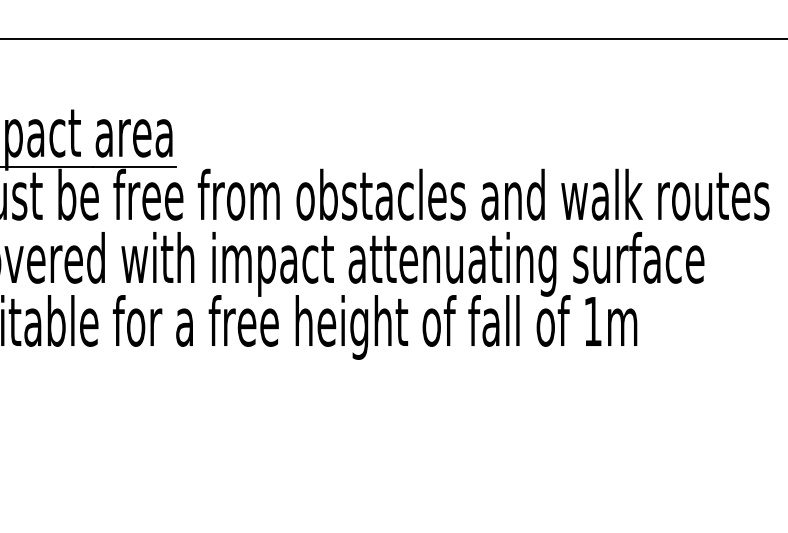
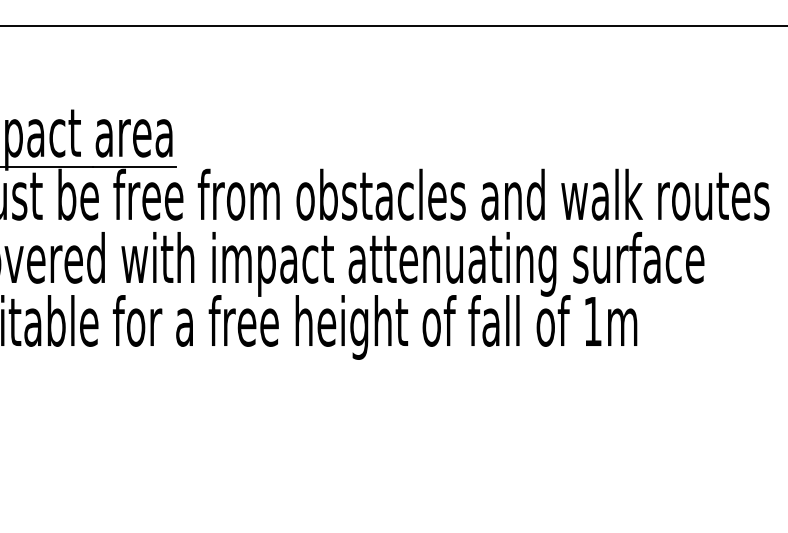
line at (393, 38) position: (393, 38) -> (393, 25)
